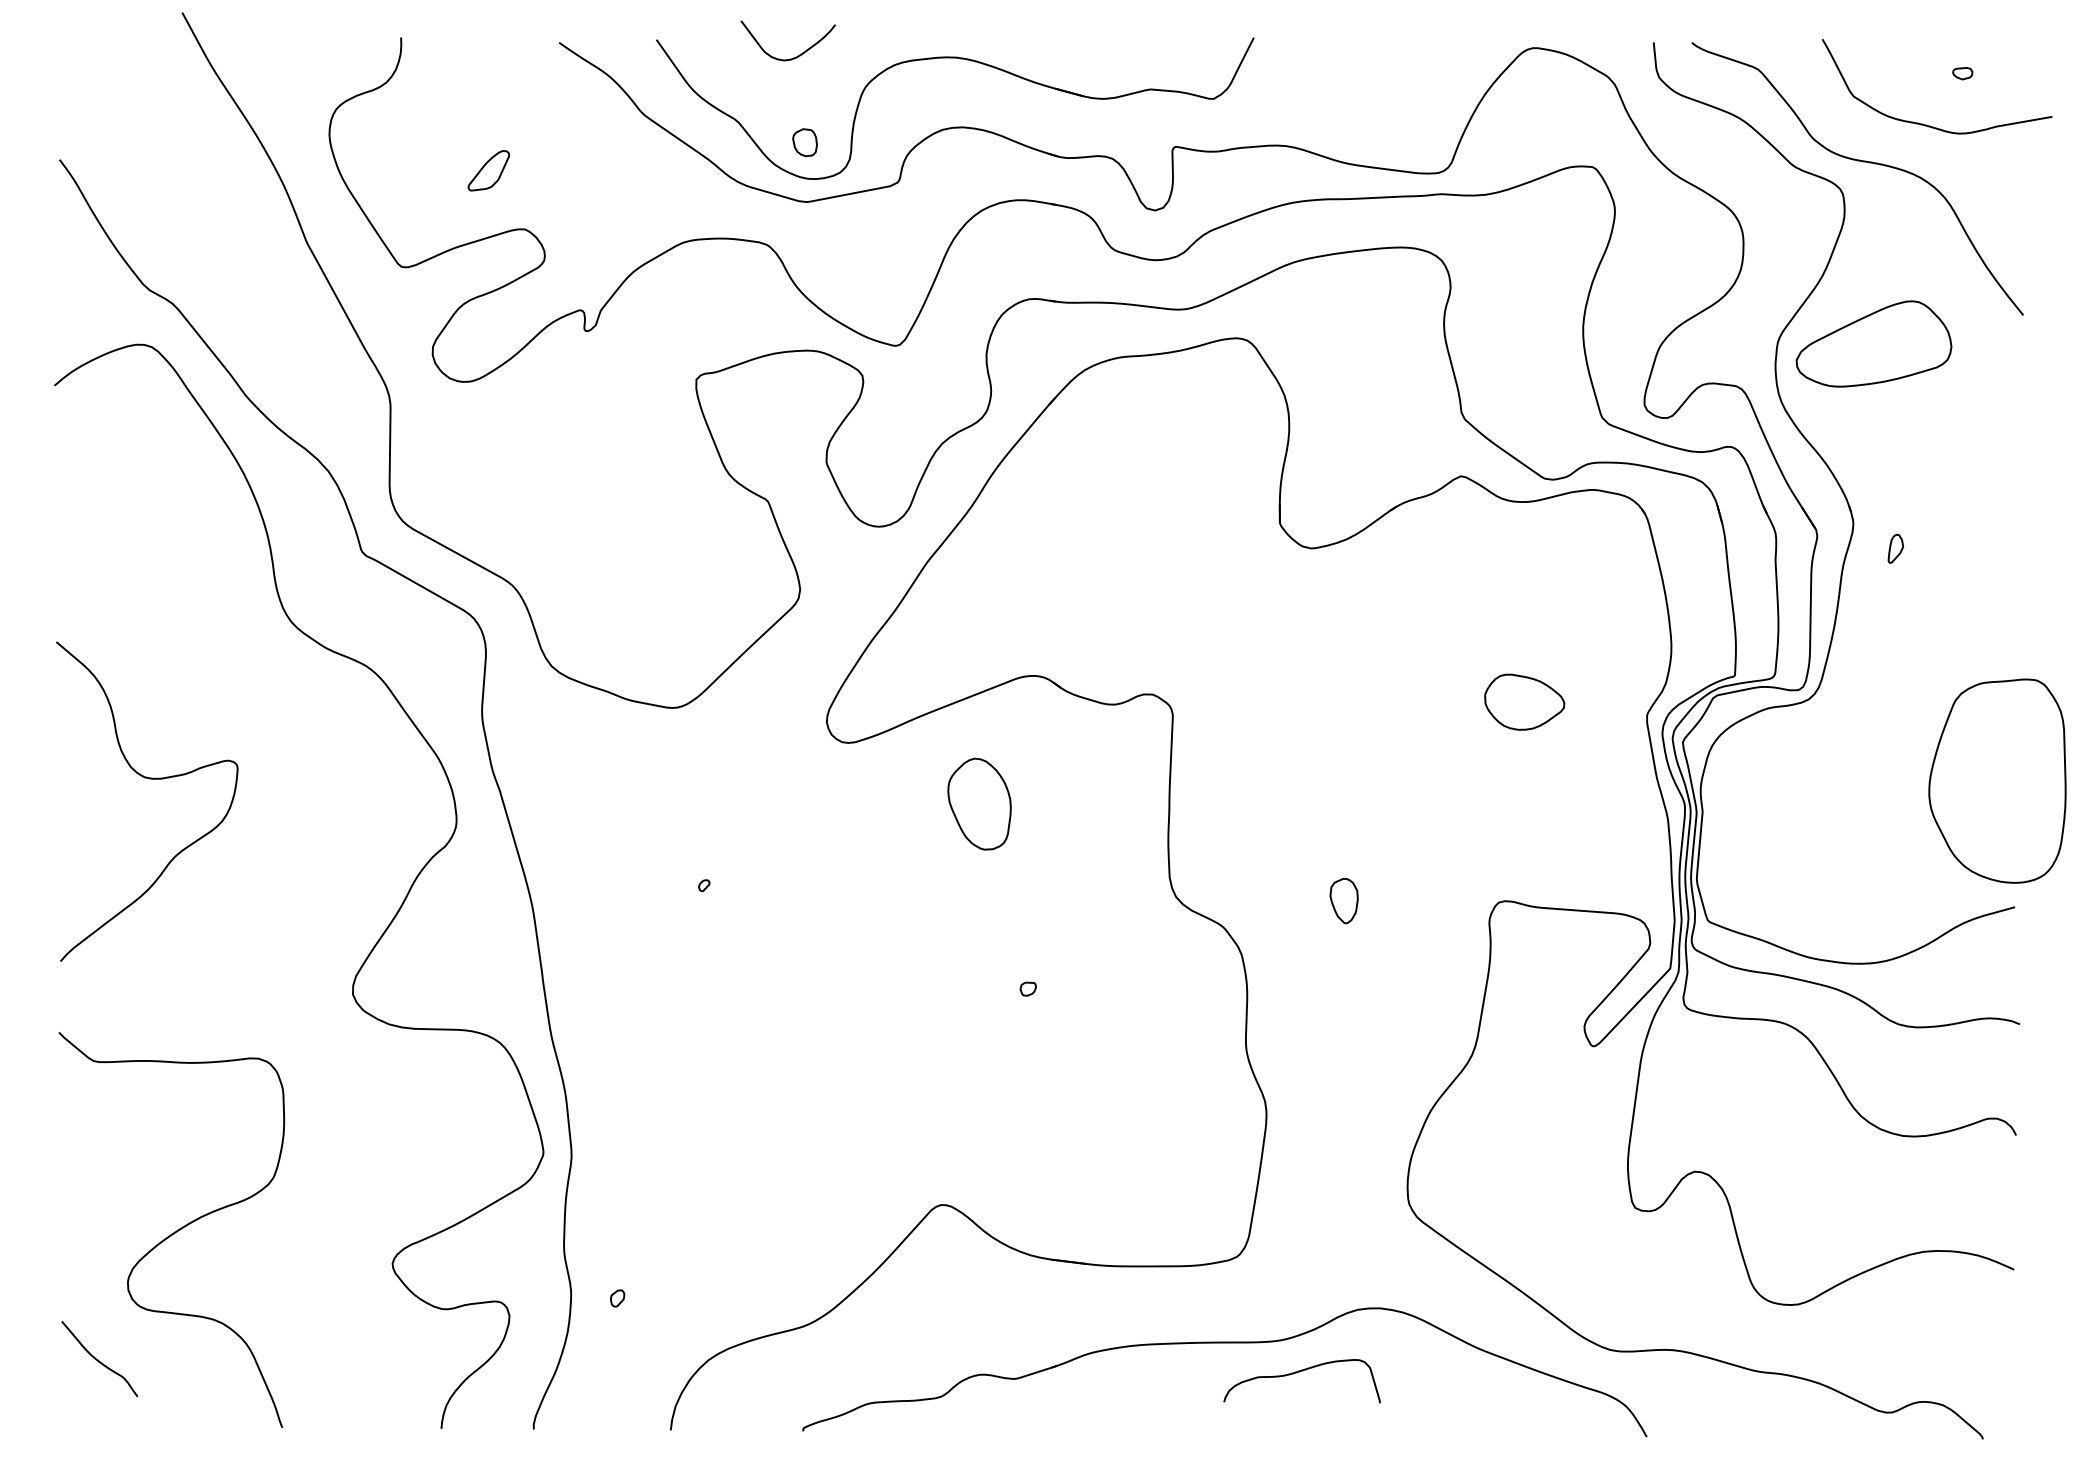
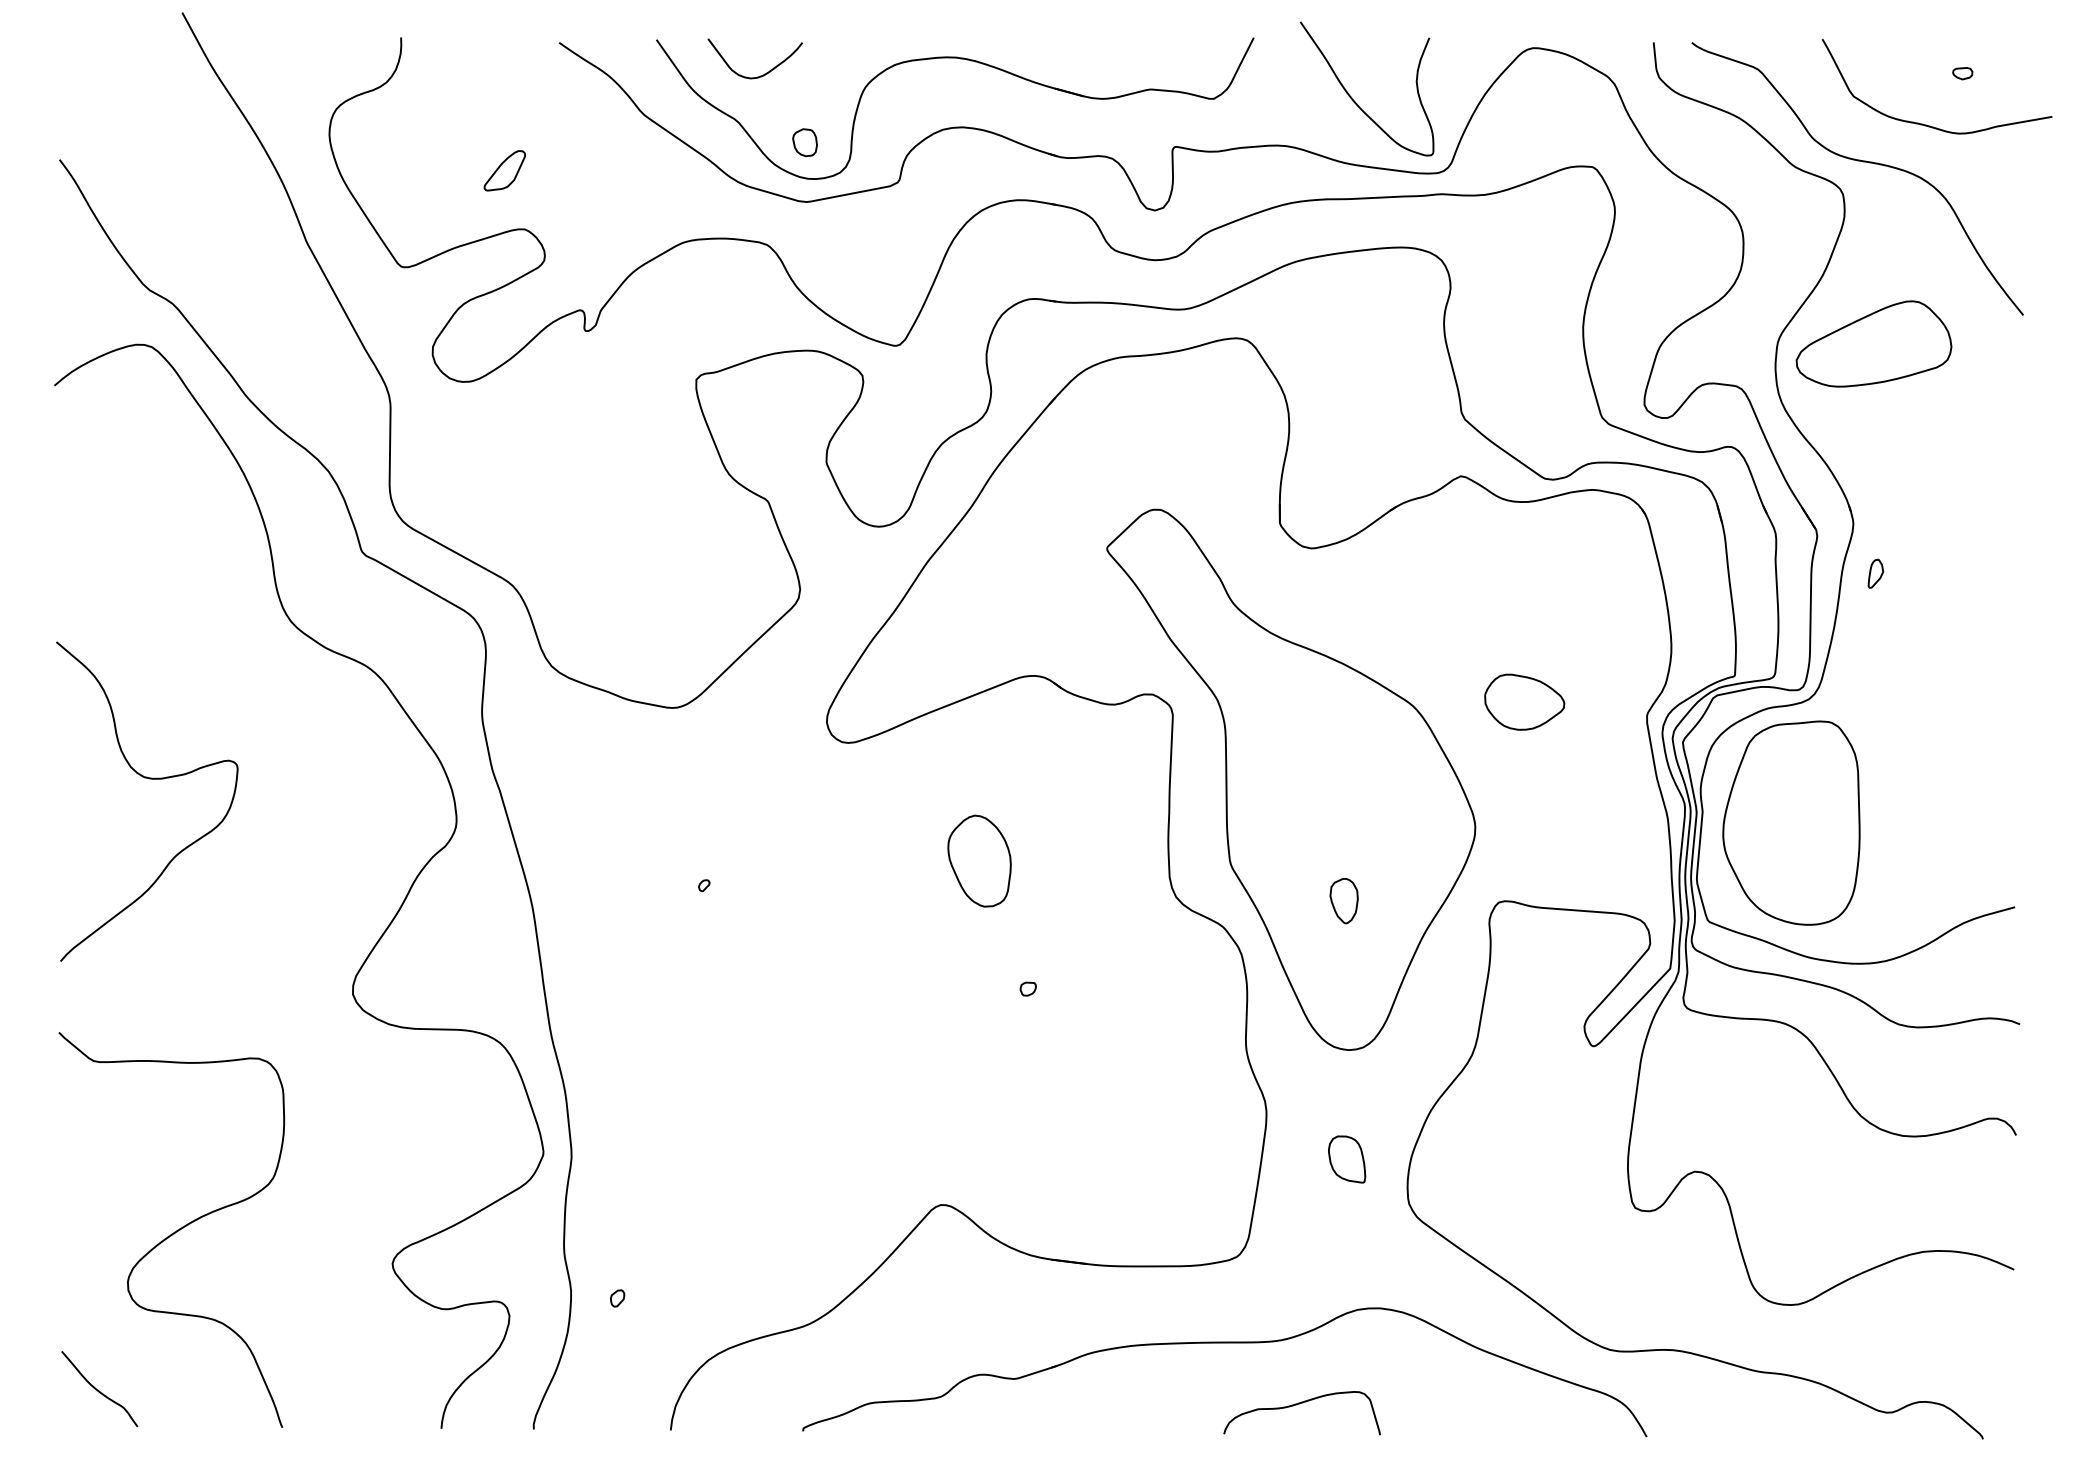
curve at (797, 55) position: (797, 55) -> (764, 73)
curve at (1352, 97): none -> present
part at (488, 170) position: (488, 170) -> (504, 170)
part at (1895, 548) position: (1895, 548) -> (1875, 573)
part at (1291, 779): none -> present
part at (1997, 780) position: (1997, 780) -> (1791, 822)
part at (979, 803) position: (979, 803) -> (979, 860)
part at (1347, 1159): none -> present
curve at (98, 1359) position: (98, 1359) -> (98, 1389)
curve at (1299, 1372) position: (1299, 1372) -> (1299, 1404)
